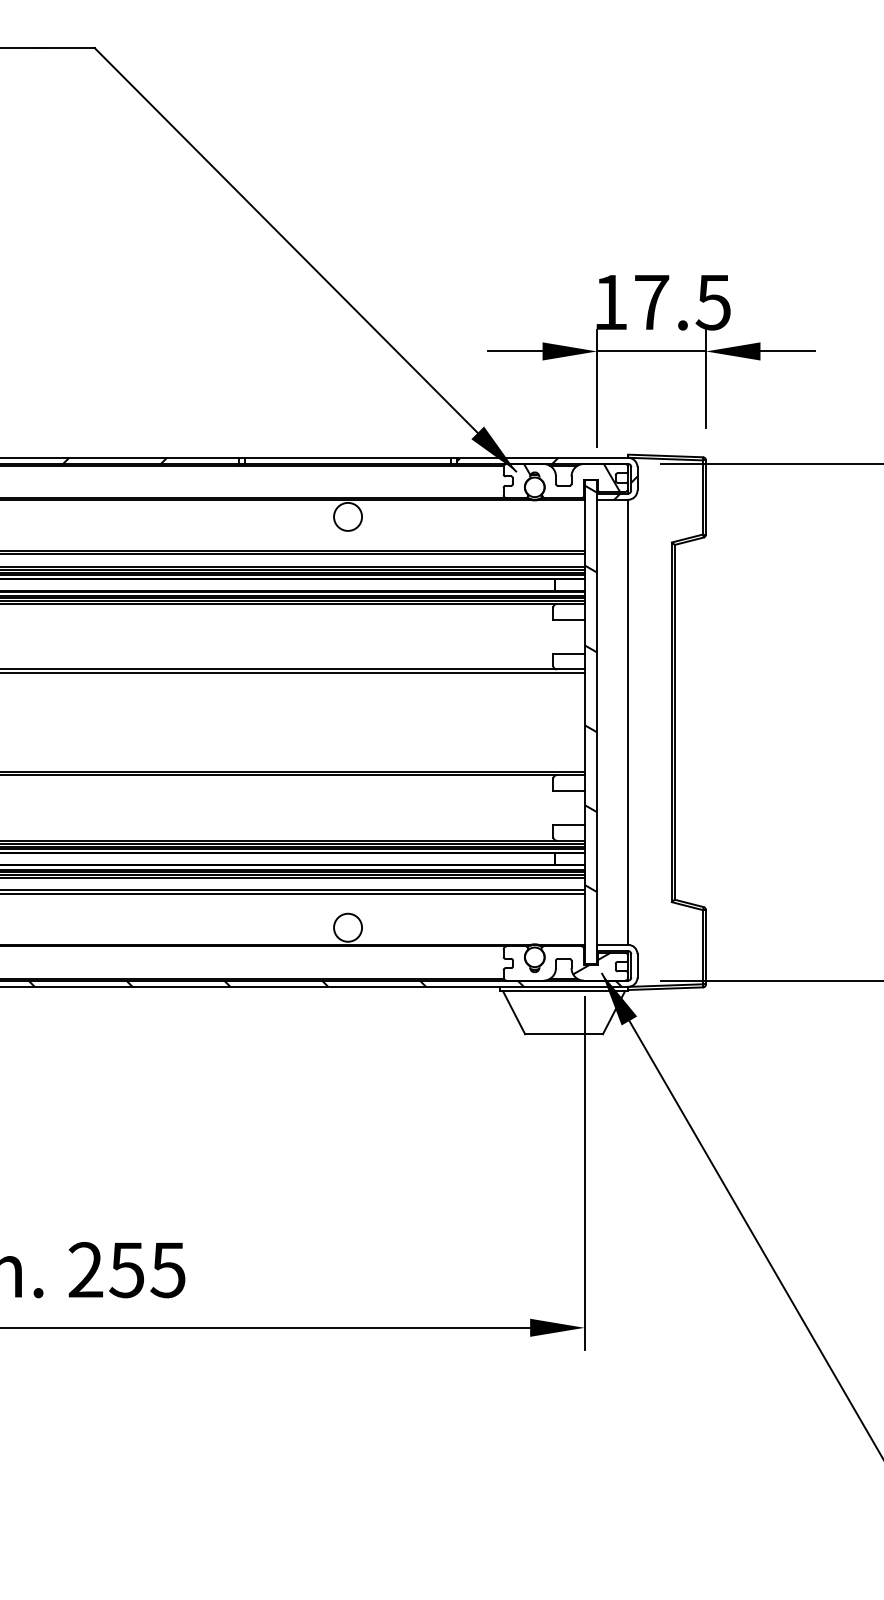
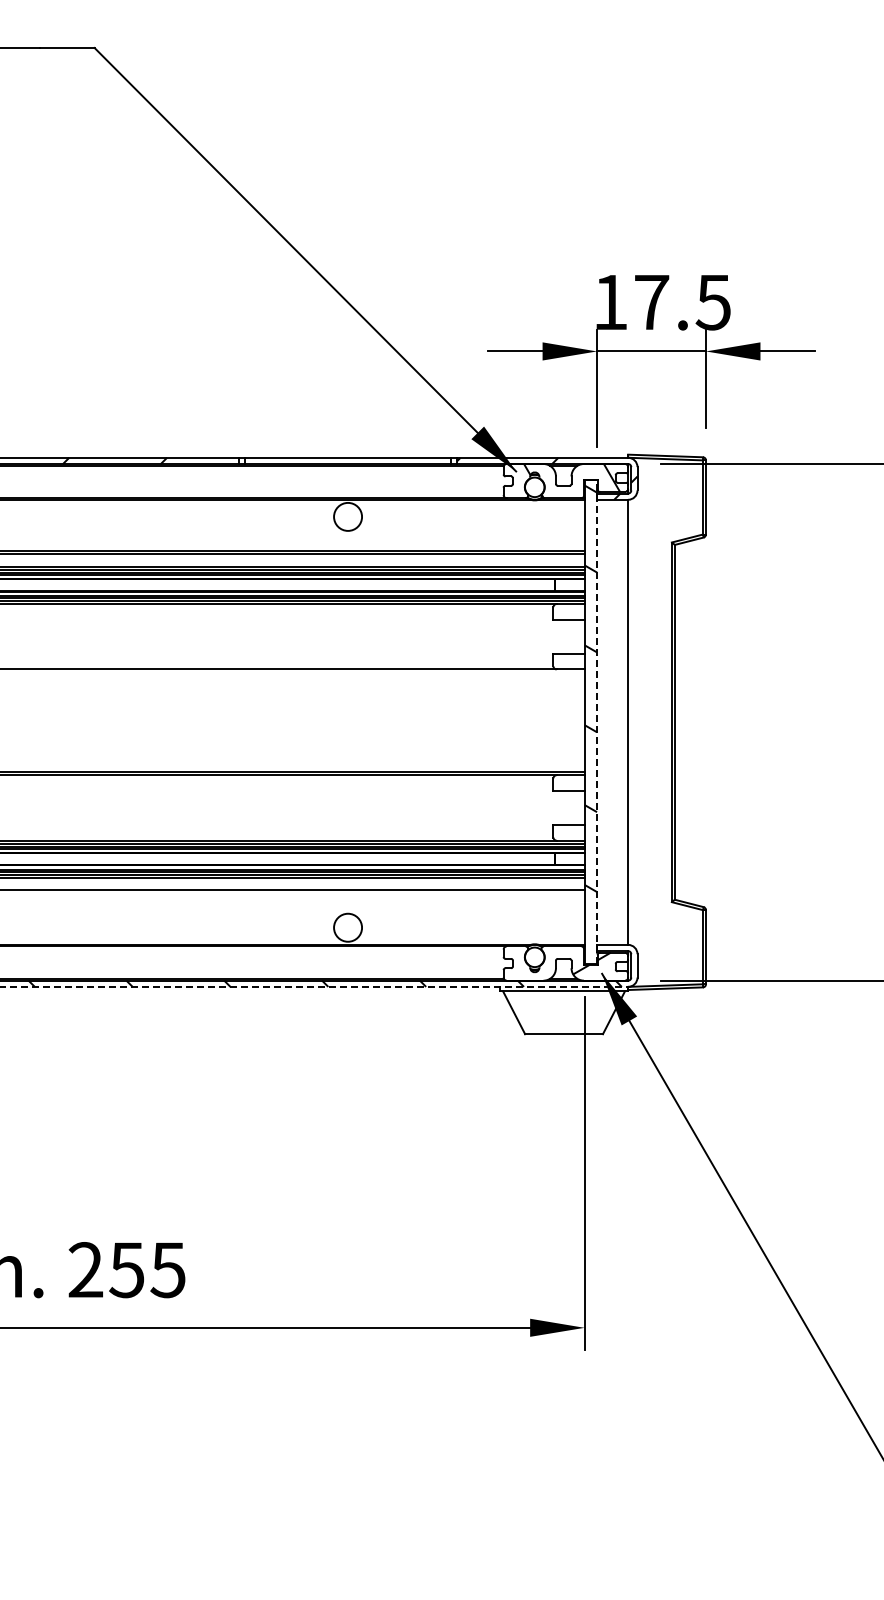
line at (293, 672): present -> none
line at (597, 721): solid -> dashed
line at (293, 893): present -> none
line at (314, 986): solid -> dashed
